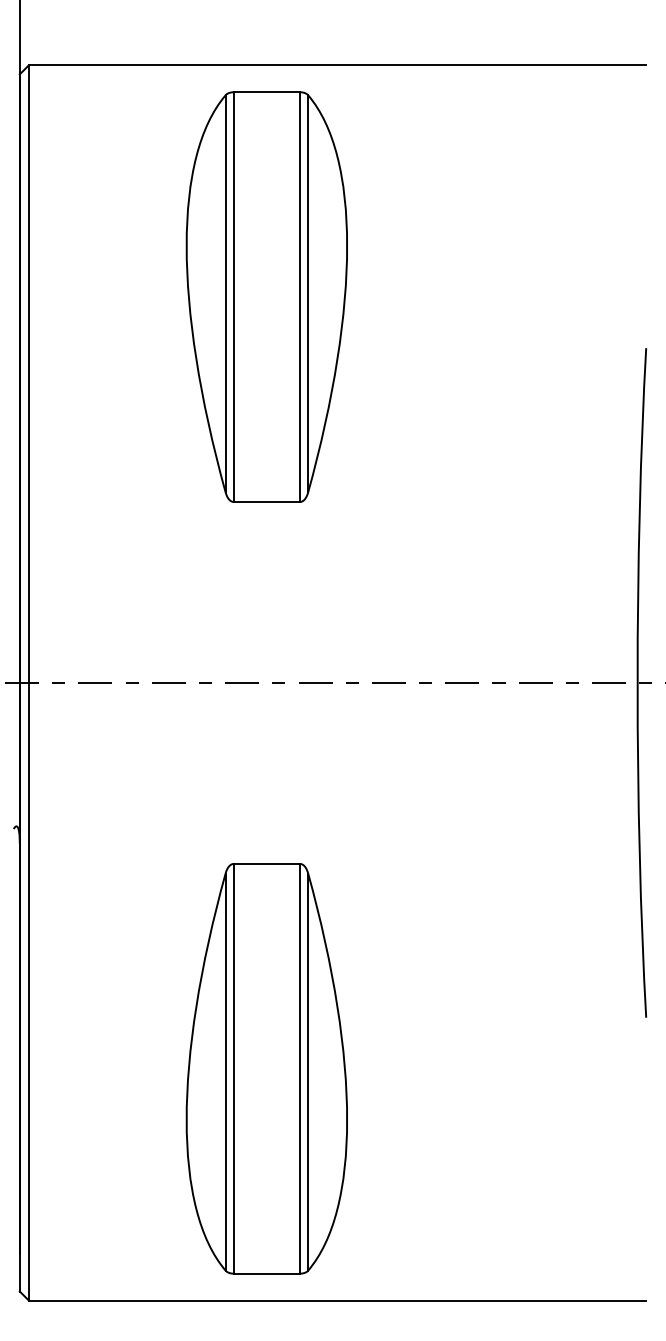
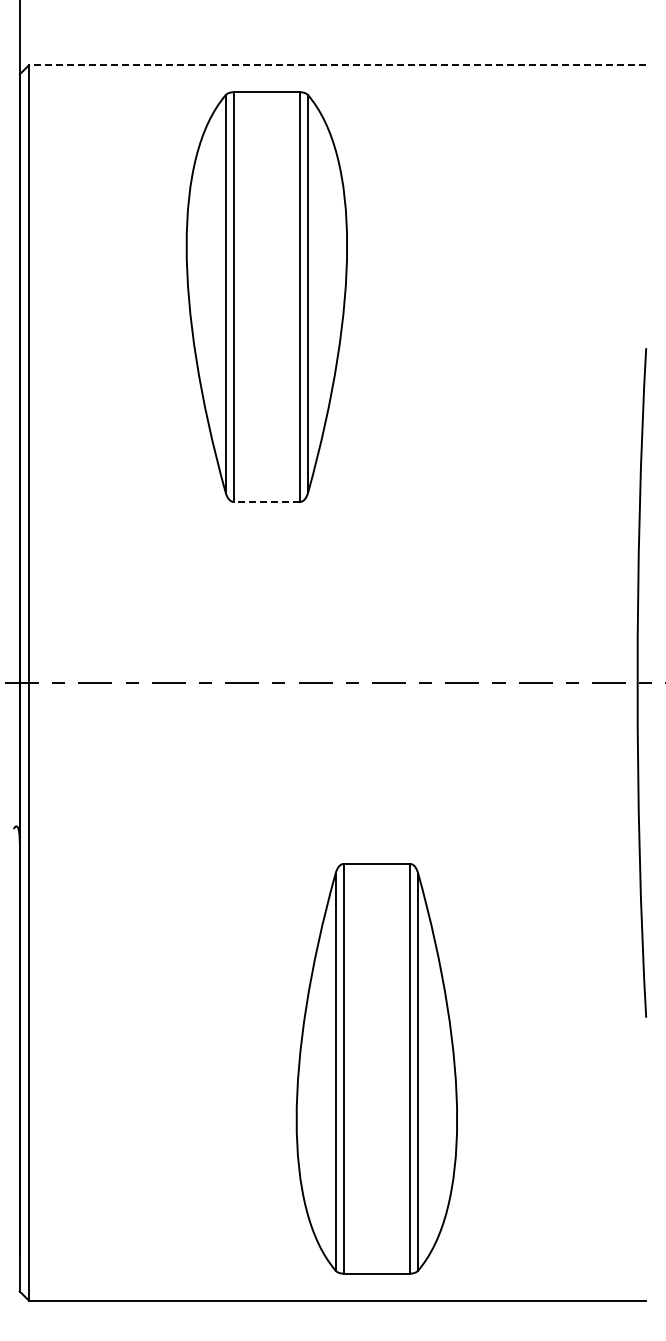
line at (337, 65): solid -> dashed
line at (266, 501): solid -> dashed
part at (266, 1068) position: (266, 1068) -> (376, 1068)
